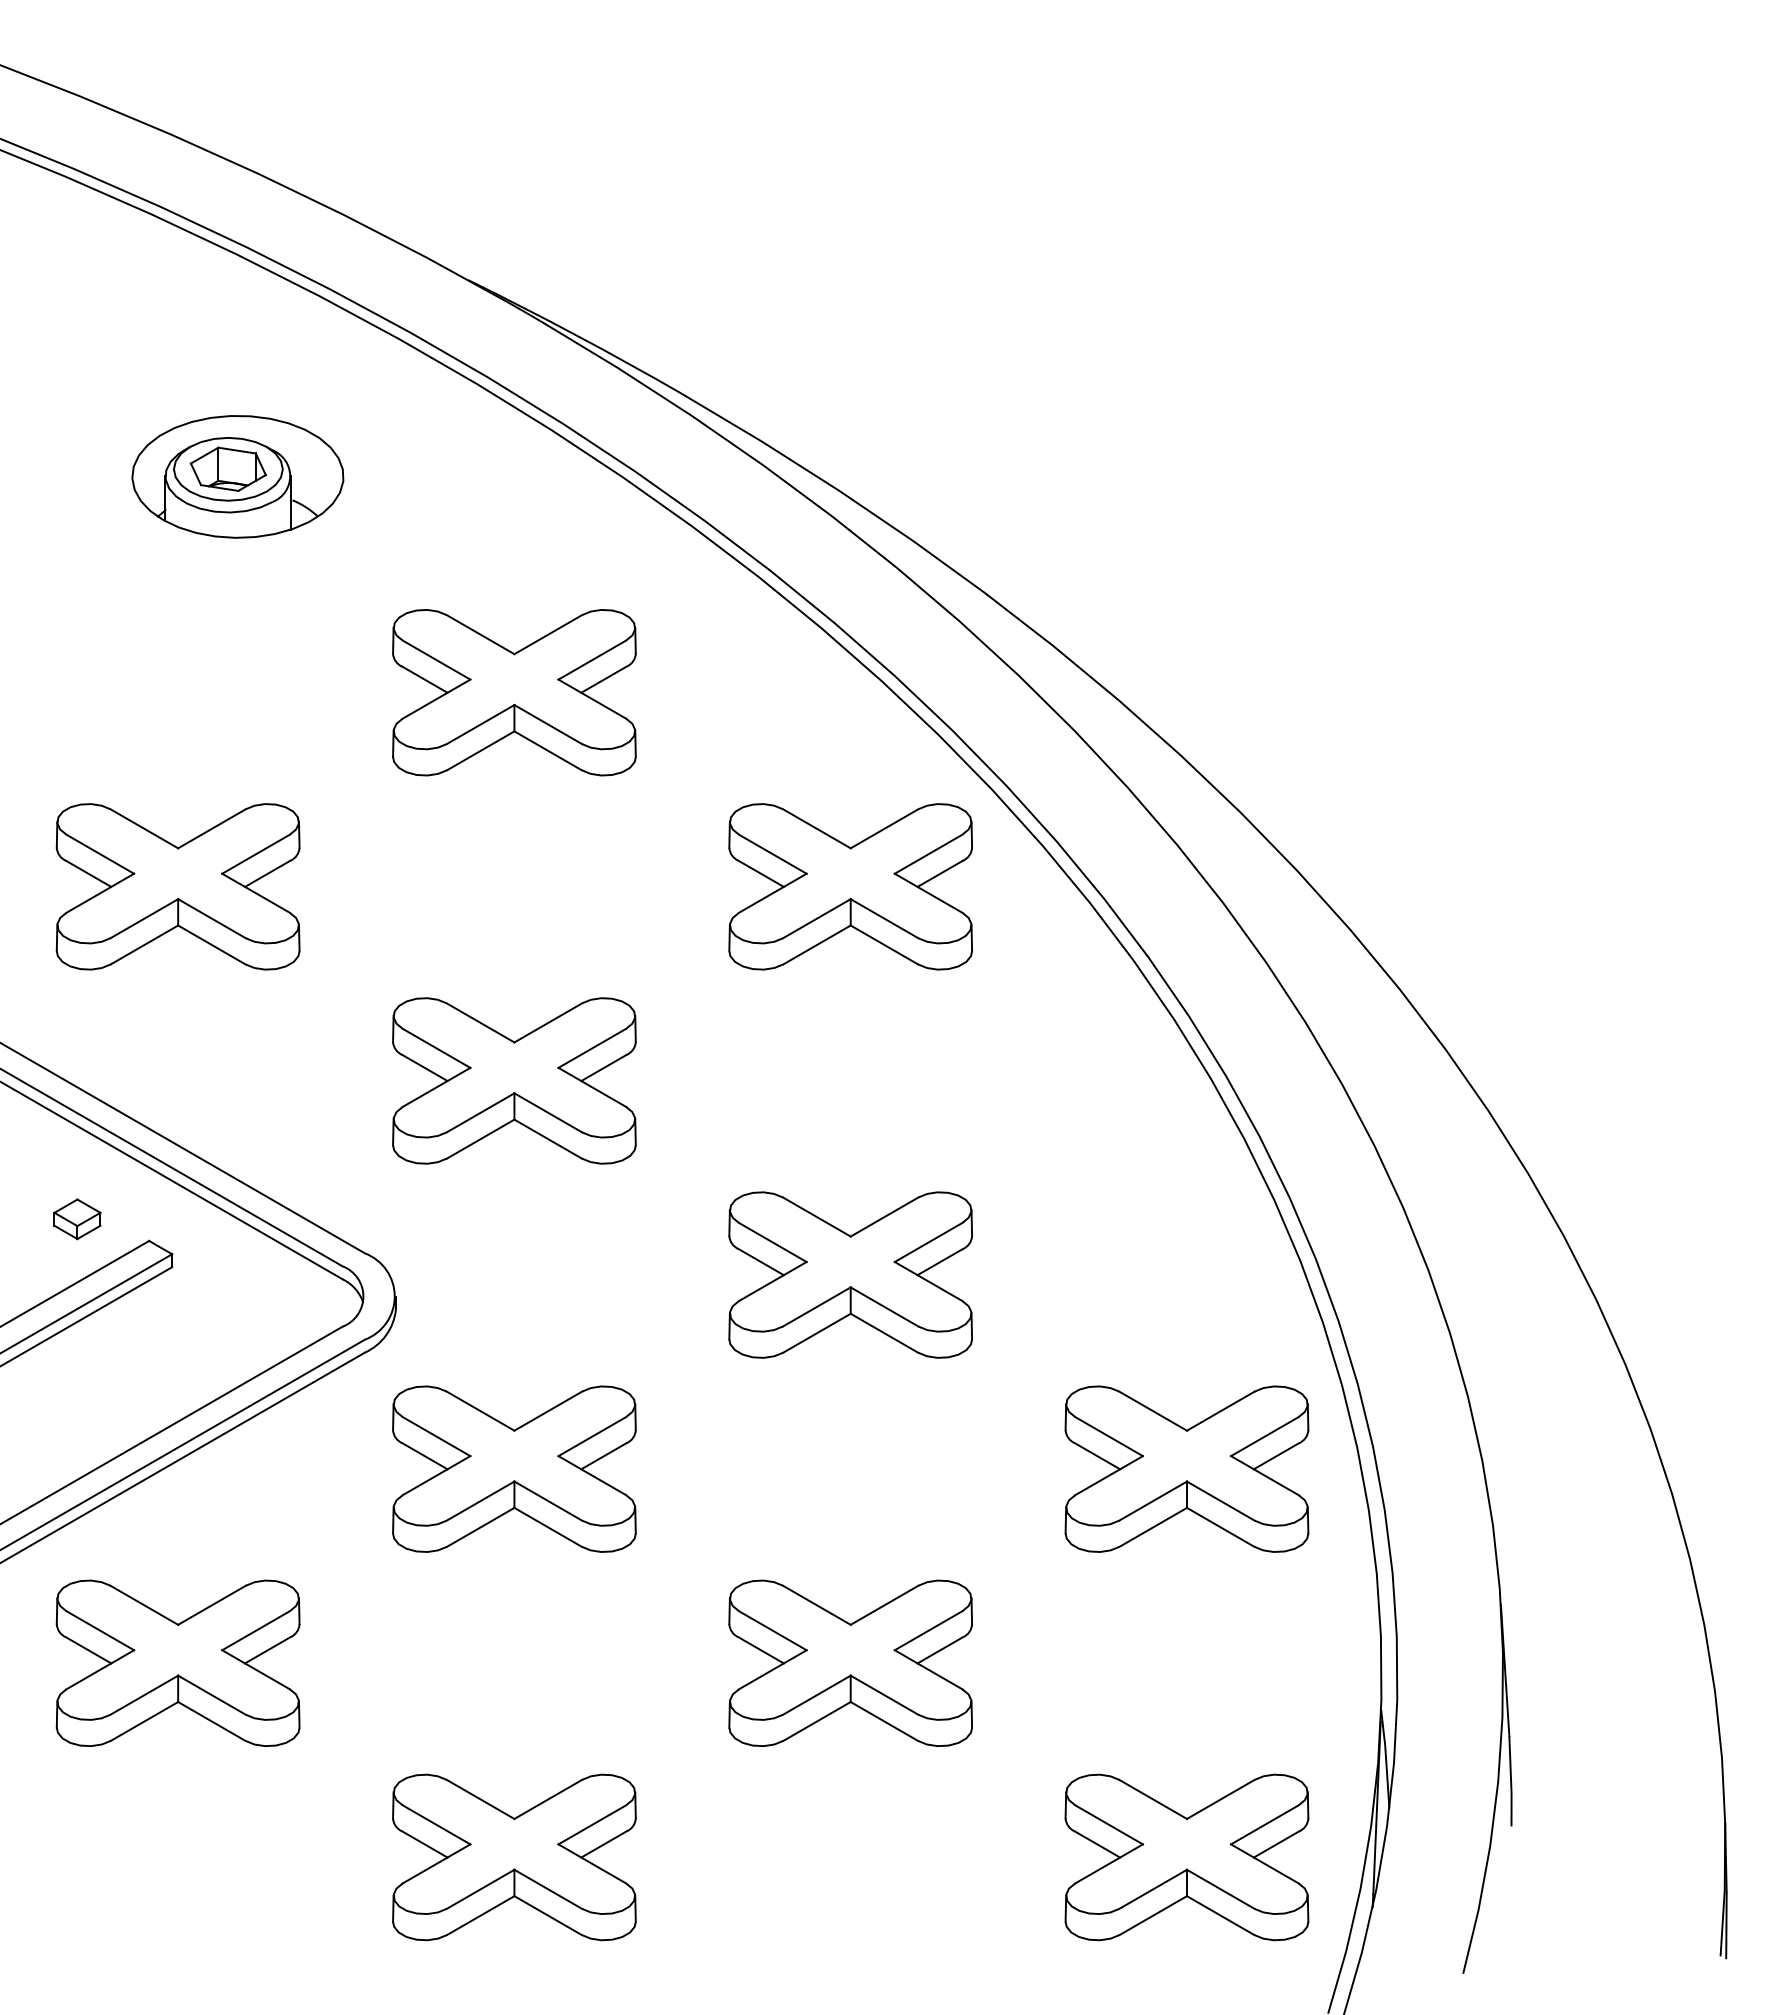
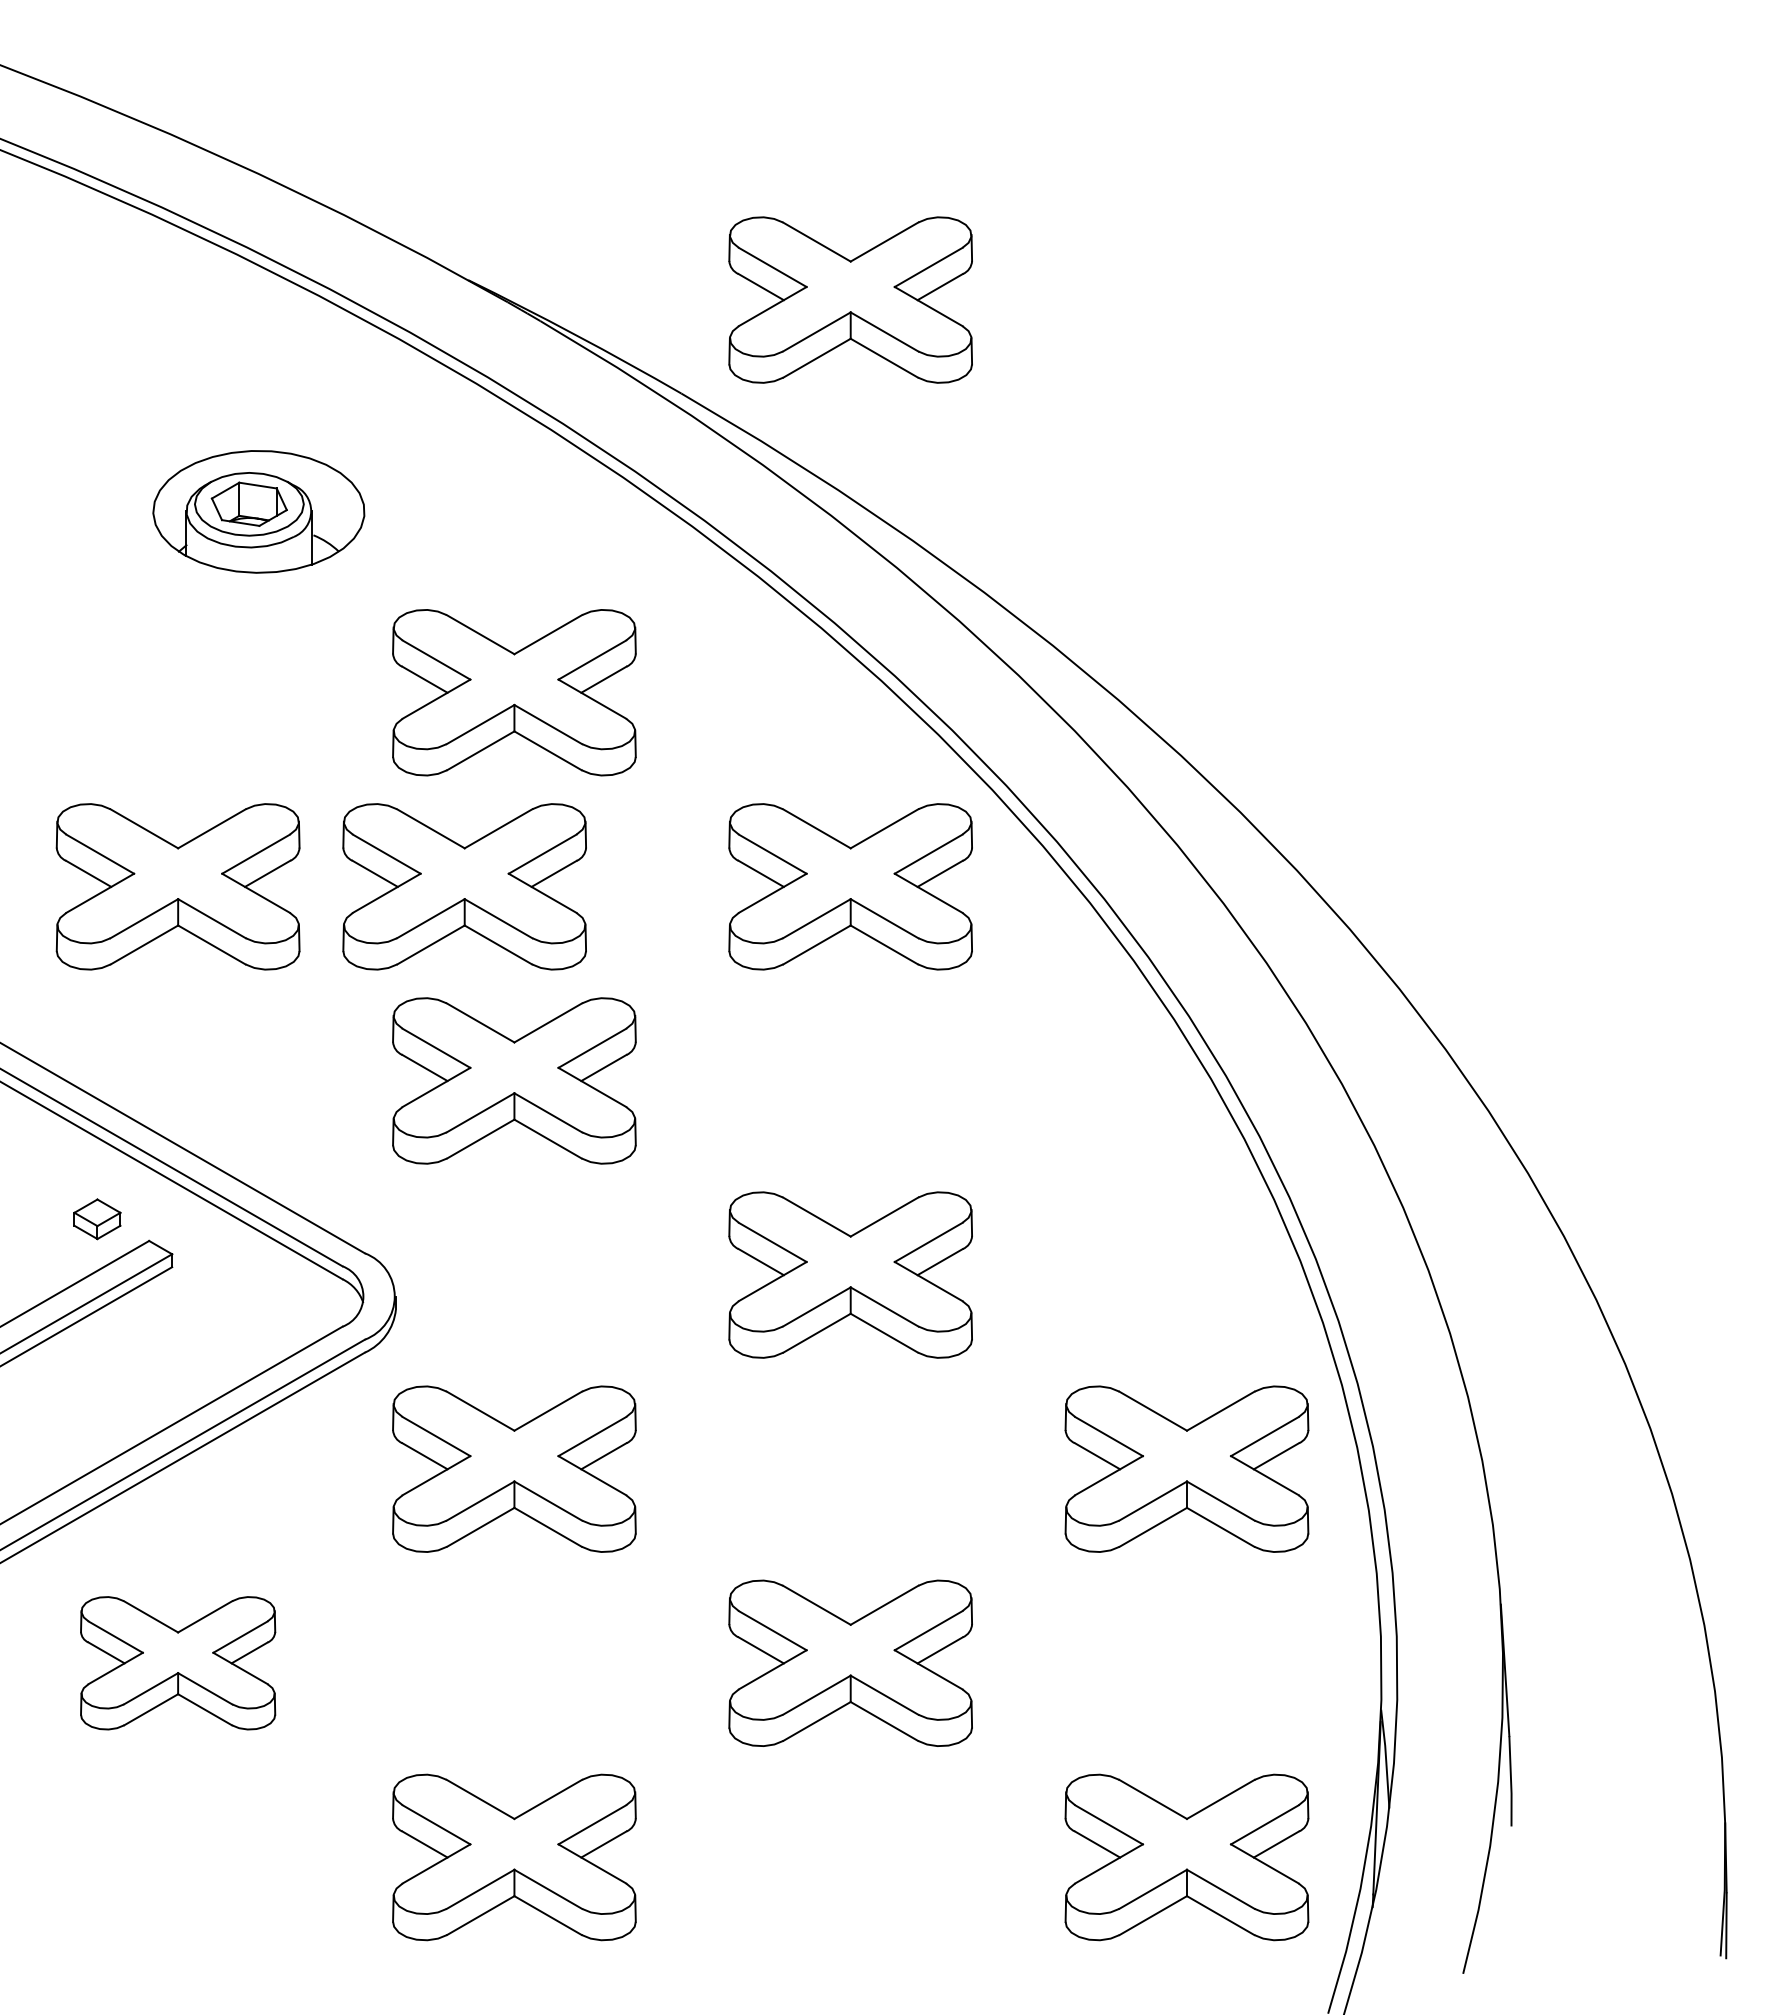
part at (850, 299): none -> present
part at (237, 476) position: (237, 476) -> (258, 511)
part at (464, 886): none -> present
part at (77, 1219) position: (77, 1219) -> (97, 1219)
part at (177, 1662) size: 246x168 px -> 197x135 px
